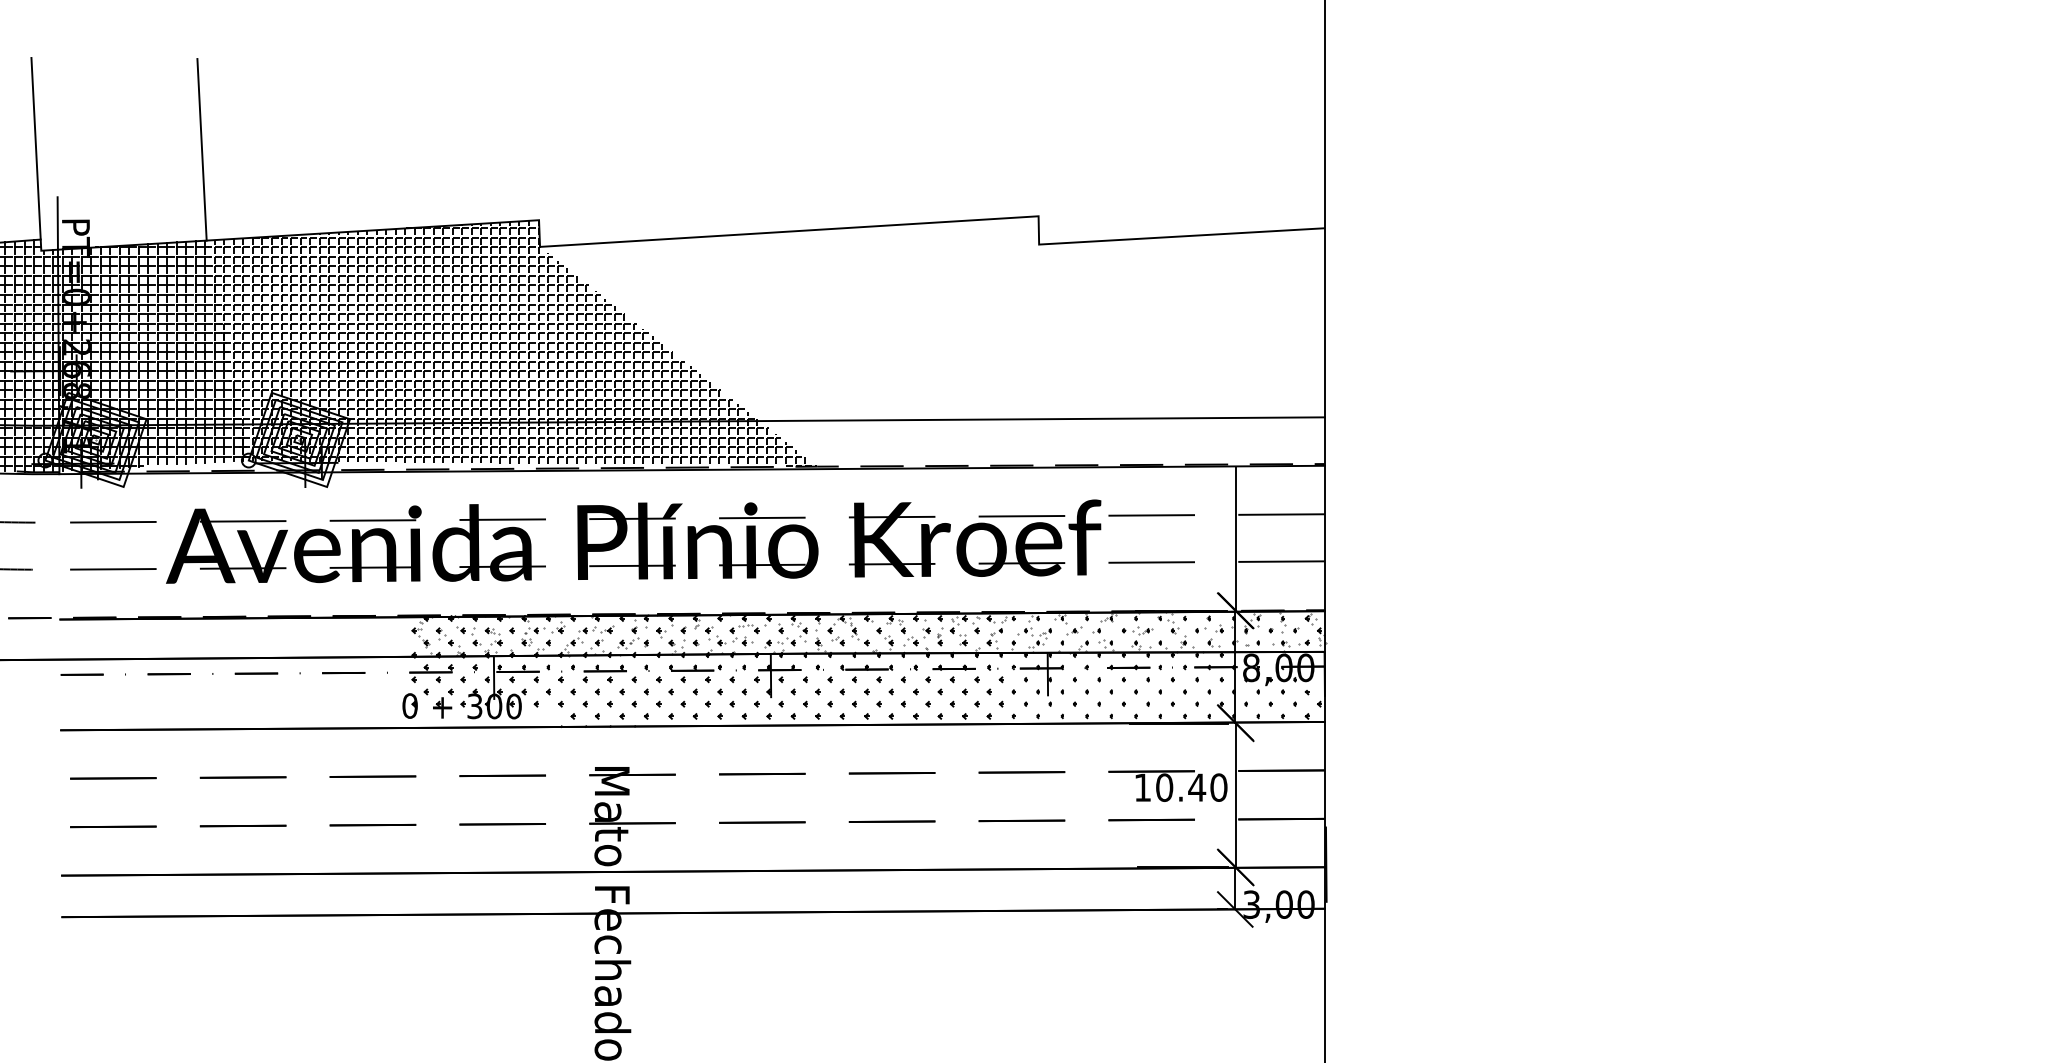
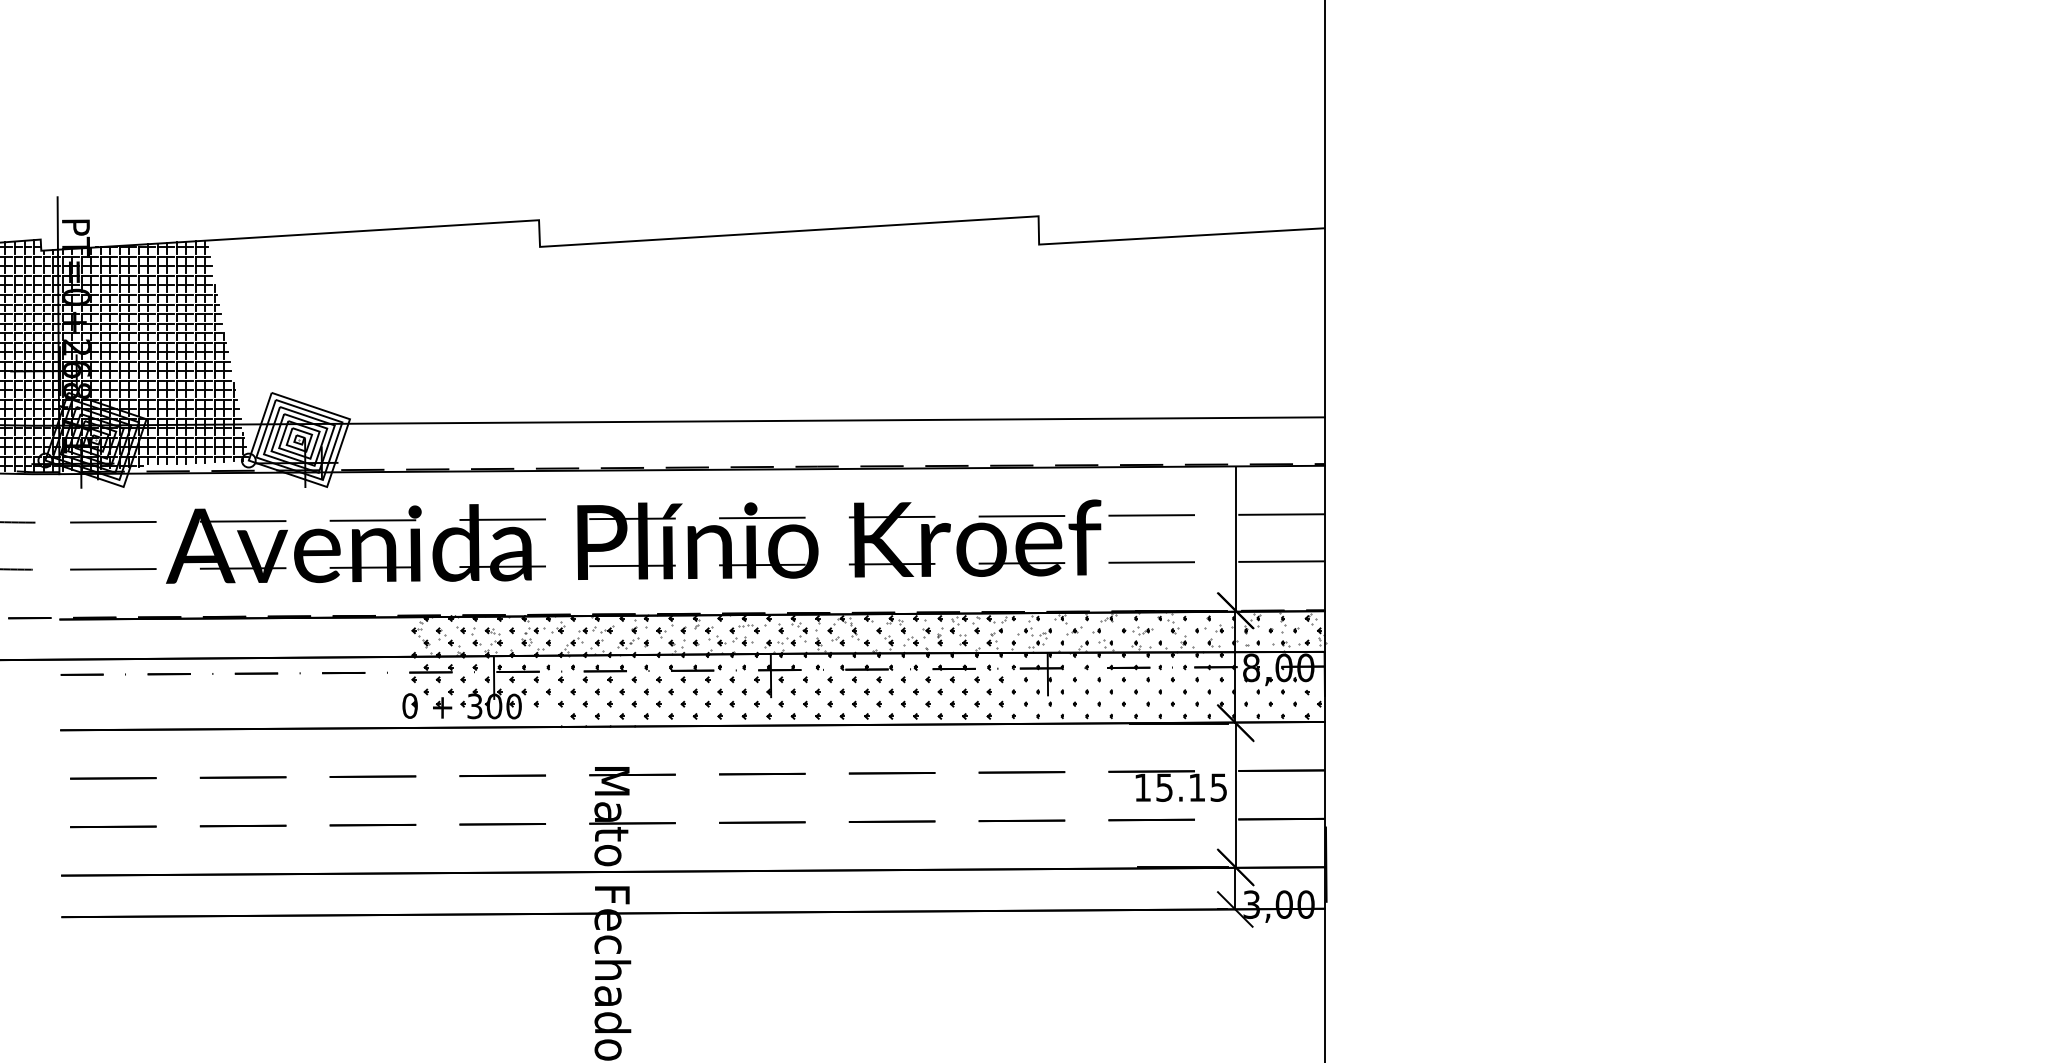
line at (35, 148): present -> none
line at (201, 149): present -> none
hatch at (511, 343): present -> none
text at (1191, 787): 10.40 -> 15.15
